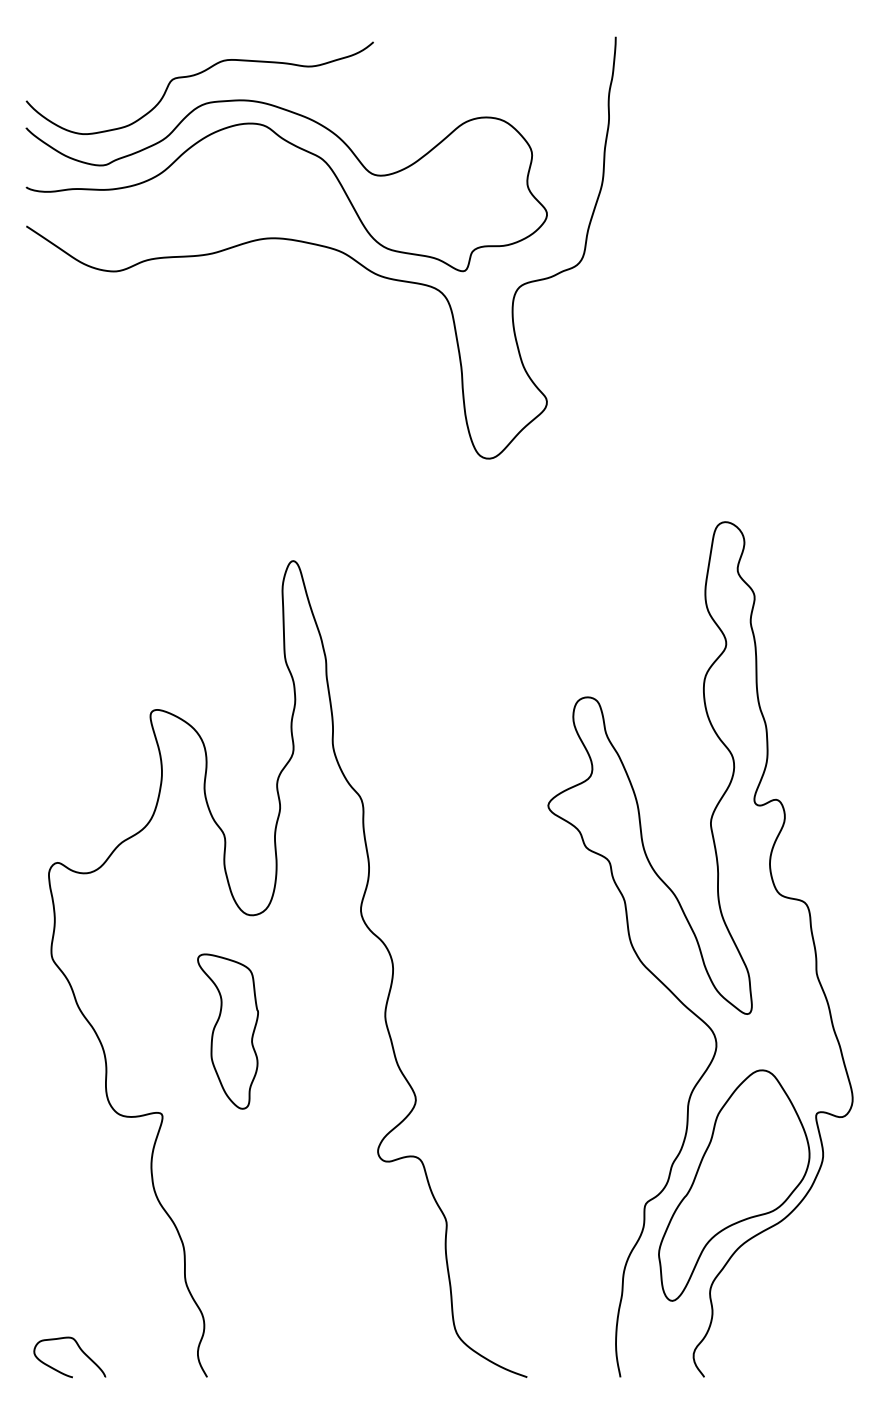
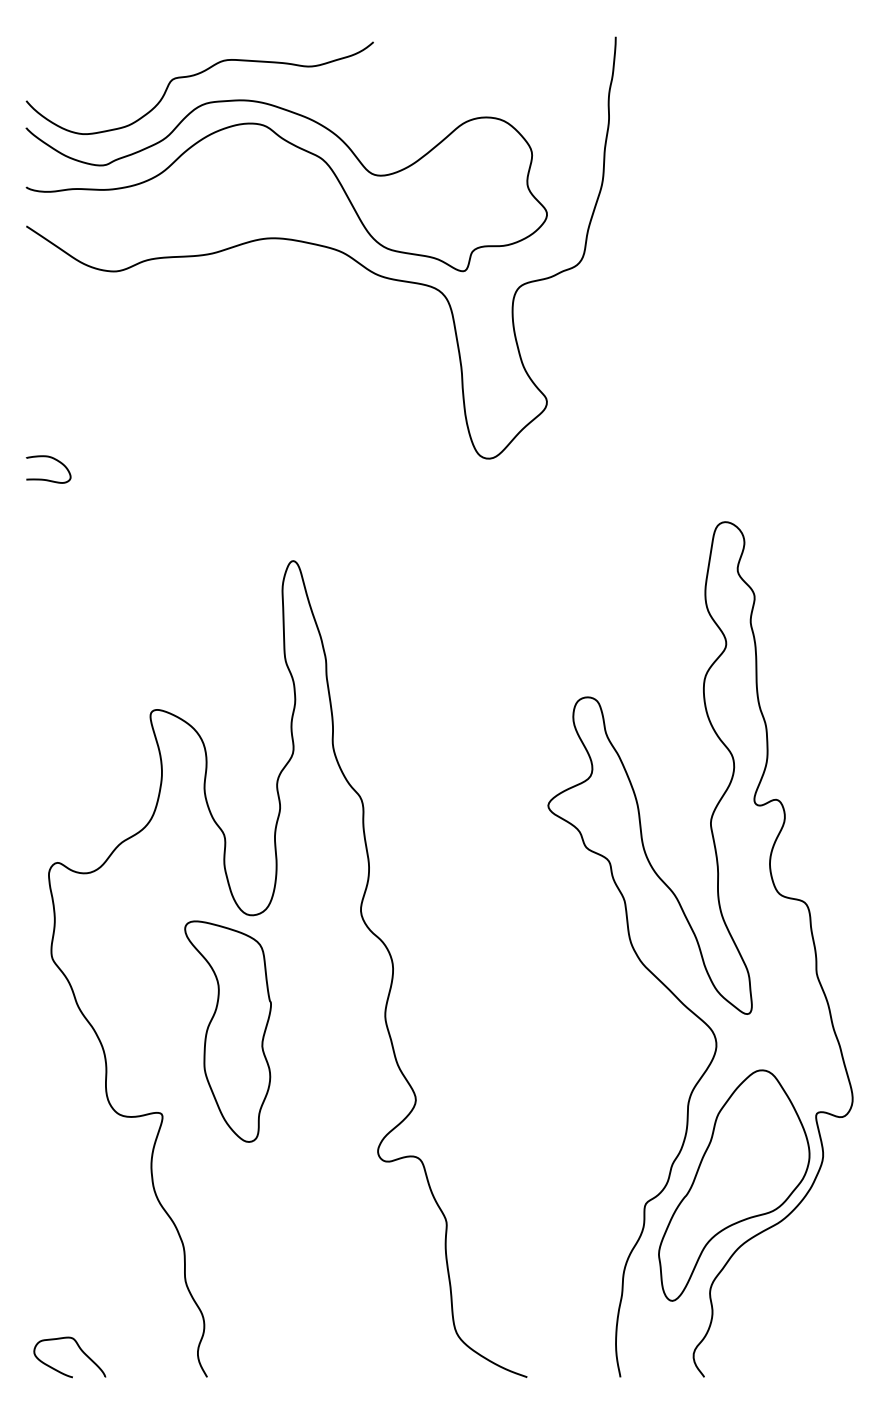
curve at (48, 479): none -> present
part at (227, 1031) size: 62x157 px -> 88x223 px
